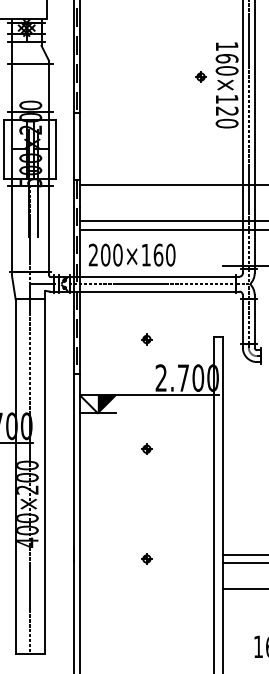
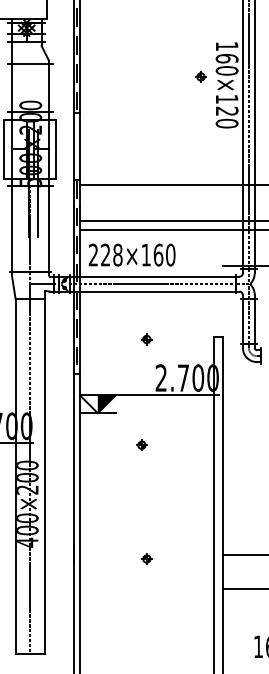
text at (111, 254): 200×160 -> 228×160
part at (146, 448) position: (146, 448) -> (141, 444)
line at (243, 563): present -> none
